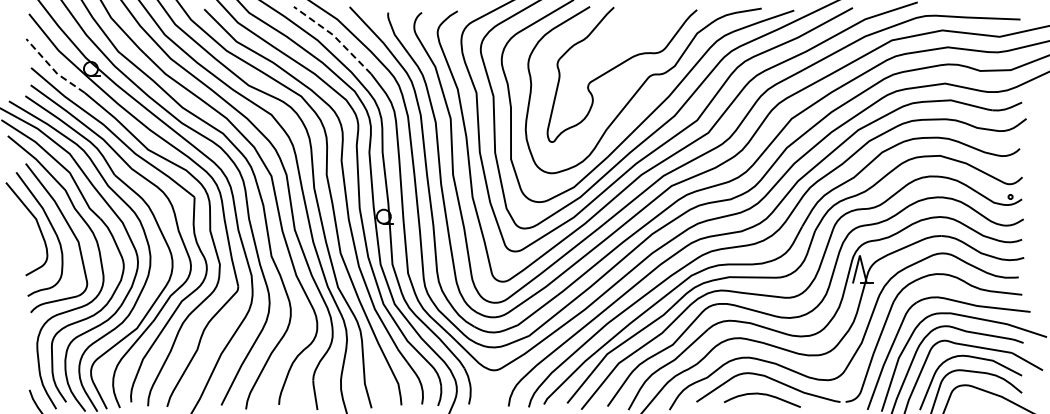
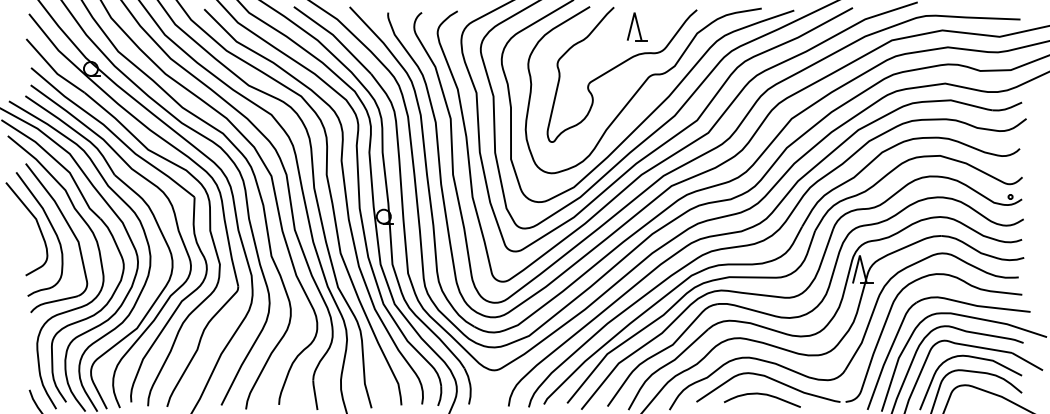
part at (637, 26): none -> present
line at (334, 36): dashed -> solid
line at (53, 69): dashed -> solid
